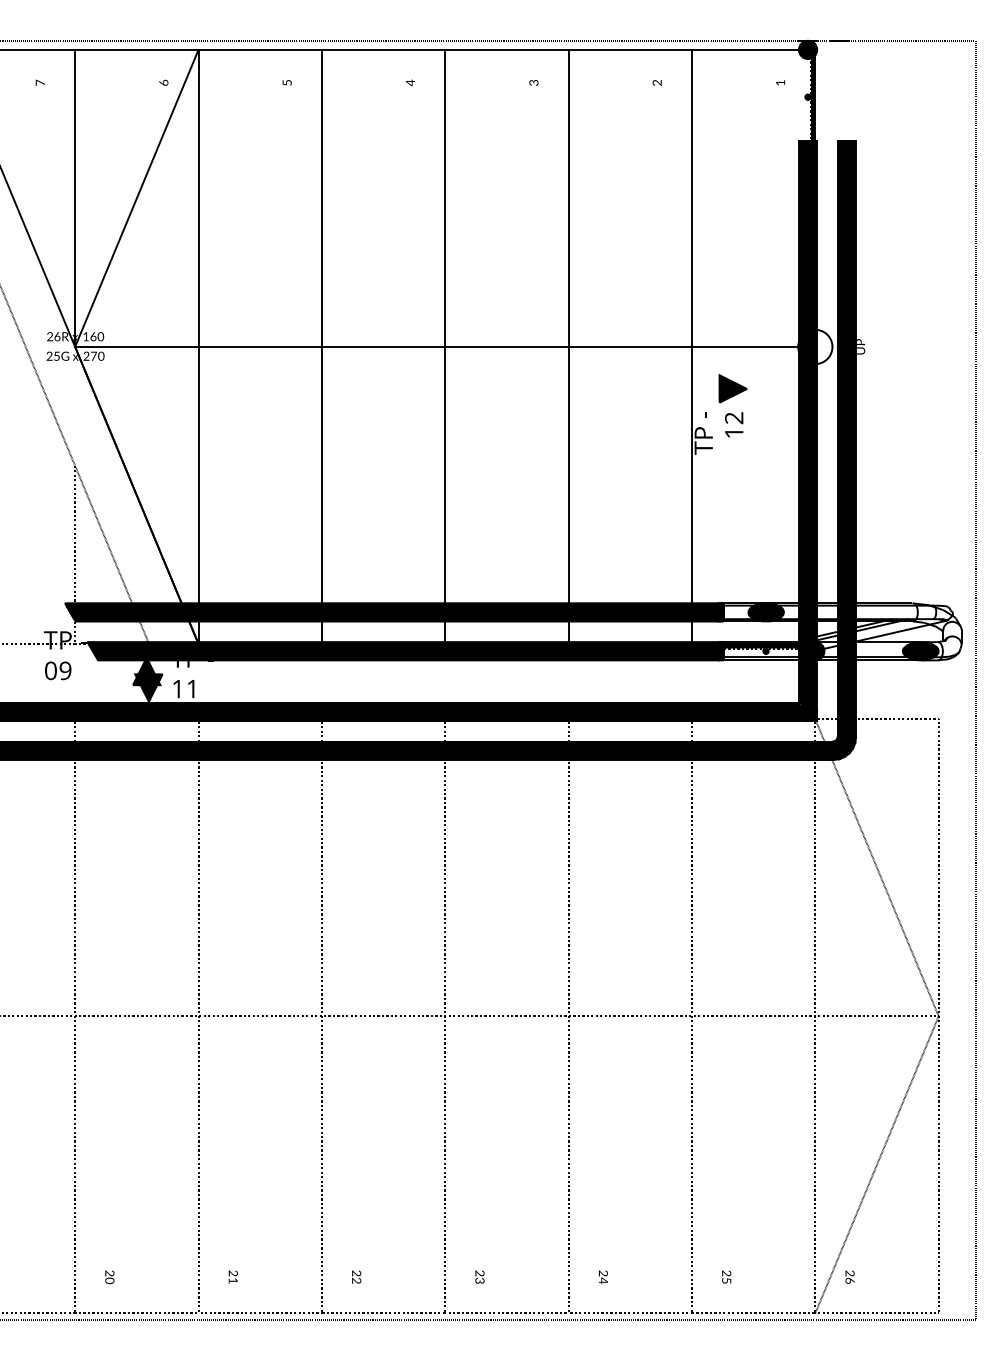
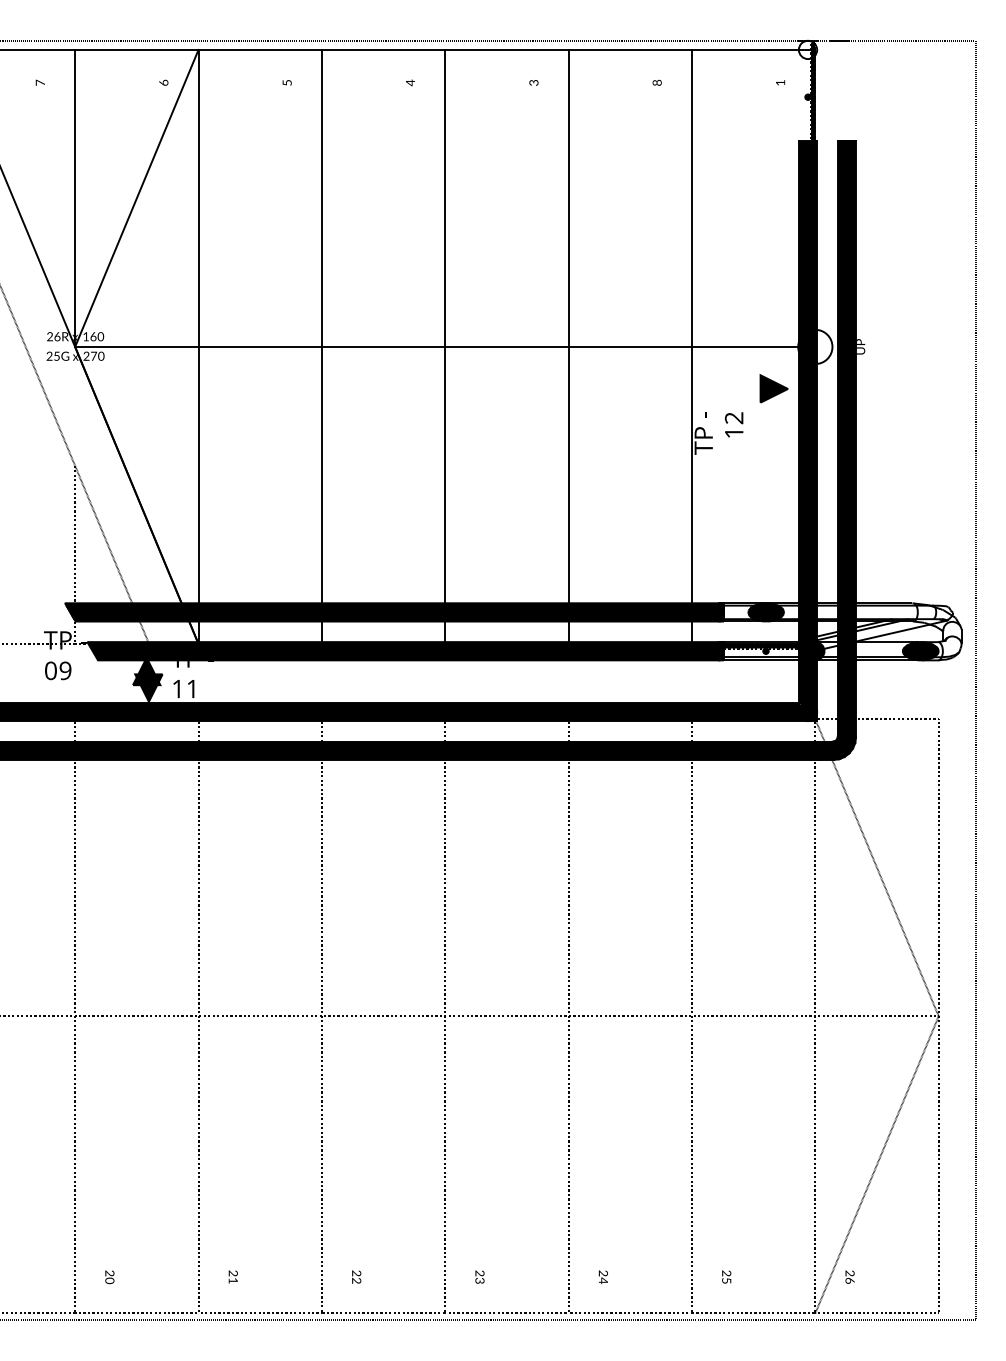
fill at (807, 49): present -> none
text at (657, 82): 2 -> 8
part at (732, 388) position: (732, 388) -> (773, 388)
